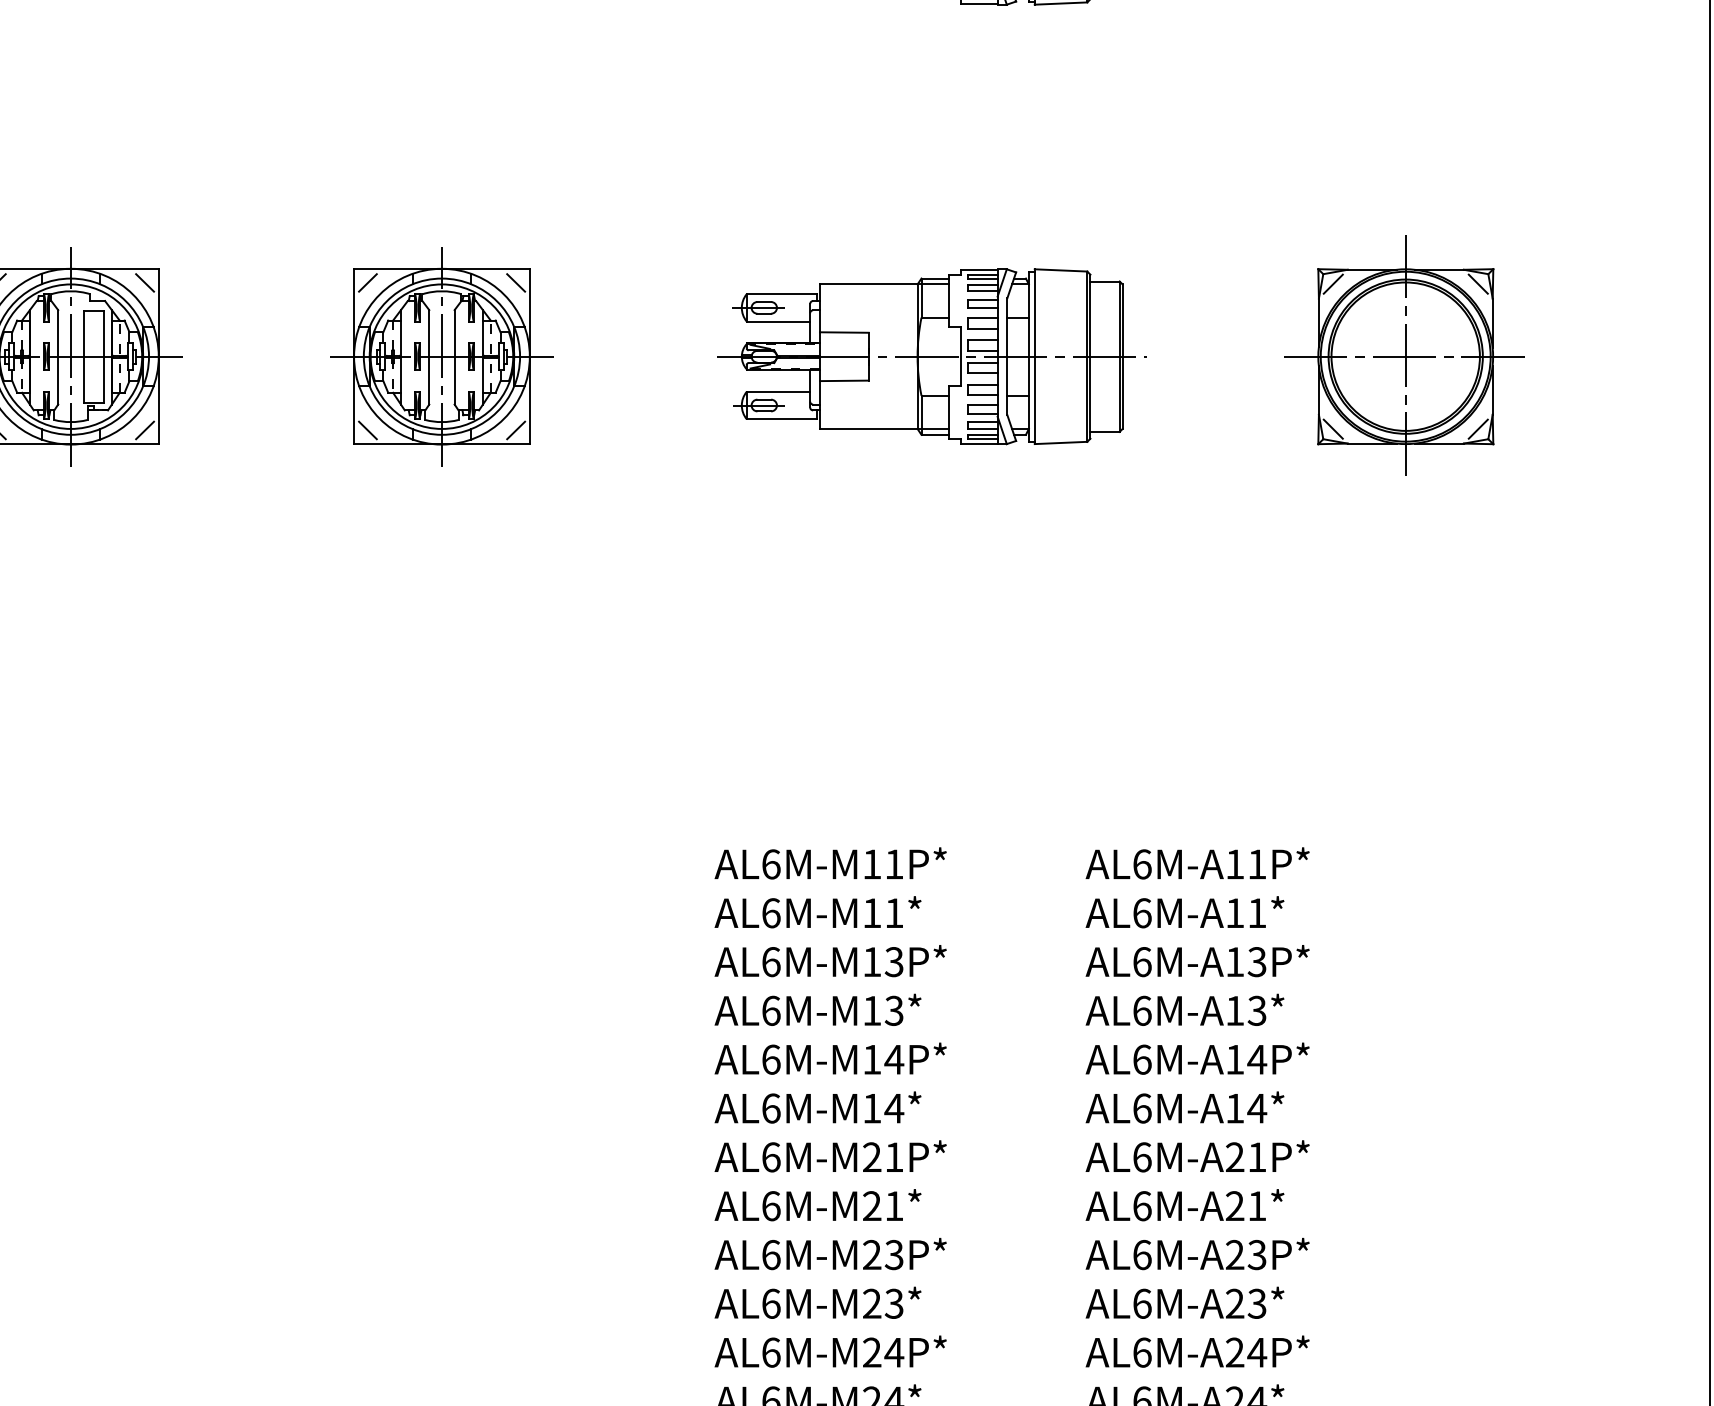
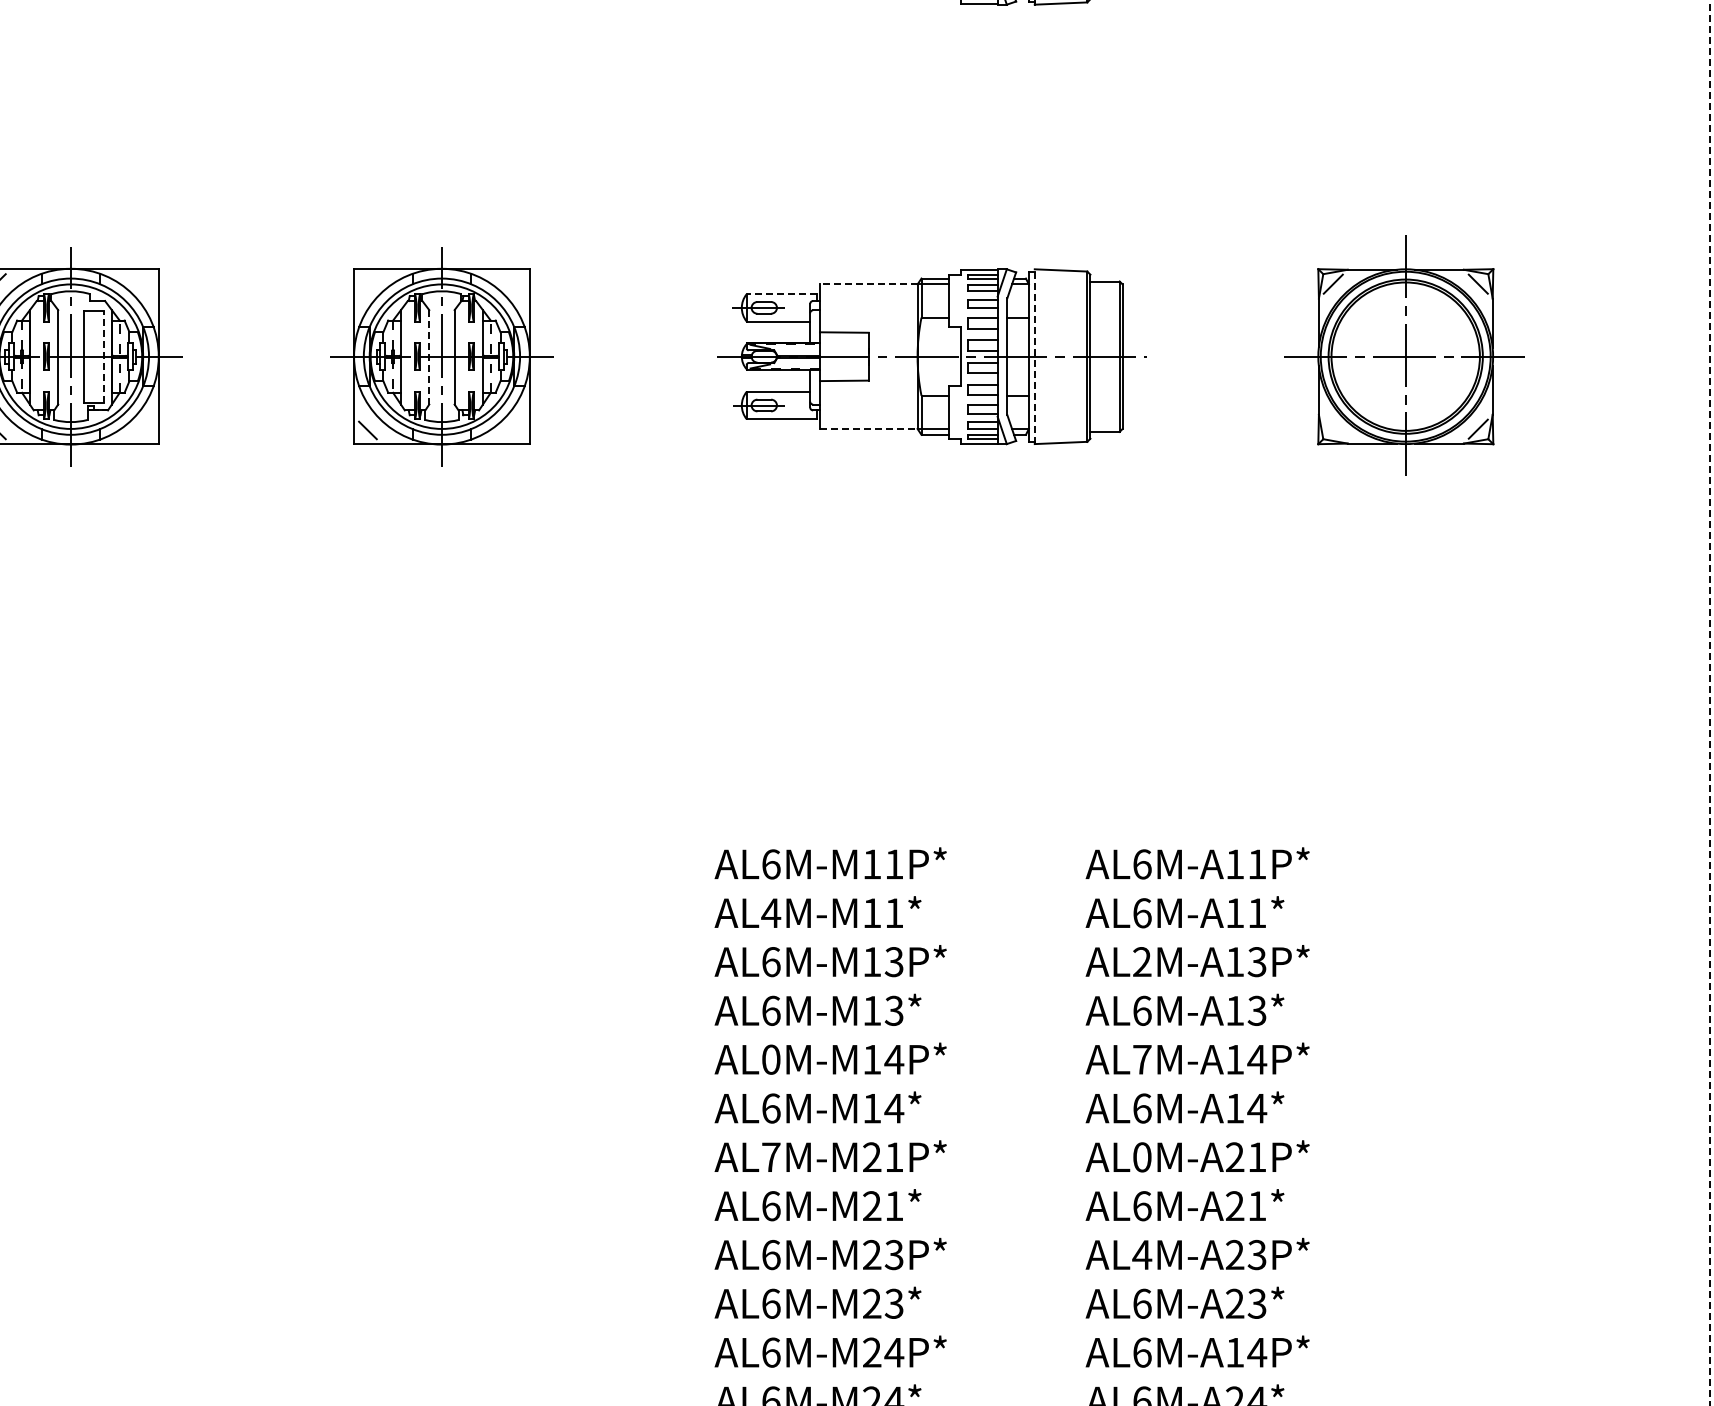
line at (145, 282): present -> none
line at (367, 282): present -> none
line at (516, 282): present -> none
line at (868, 284): solid -> dashed
line at (781, 294): solid -> dashed
line at (104, 356): solid -> dashed
line at (1034, 356): solid -> dashed
line at (429, 357): solid -> dashed
line at (868, 428): solid -> dashed
line at (1332, 428): present -> none
line at (145, 430): present -> none
line at (516, 430): present -> none
line at (1710, 702): solid -> dashed
text at (771, 913): AL6M-M11* -> AL4M-M11*
text at (1142, 962): AL6M-A13P* -> AL2M-A13P*
text at (771, 1059): AL6M-M14P* -> AL0M-M14P*
text at (1142, 1059): AL6M-A14P* -> AL7M-A14P*
text at (771, 1157): AL6M-M21P* -> AL7M-M21P*
text at (1142, 1157): AL6M-A21P* -> AL0M-A21P*
text at (1142, 1254): AL6M-A23P* -> AL4M-A23P*
text at (1235, 1352): AL6M-A24P* -> AL6M-A14P*
